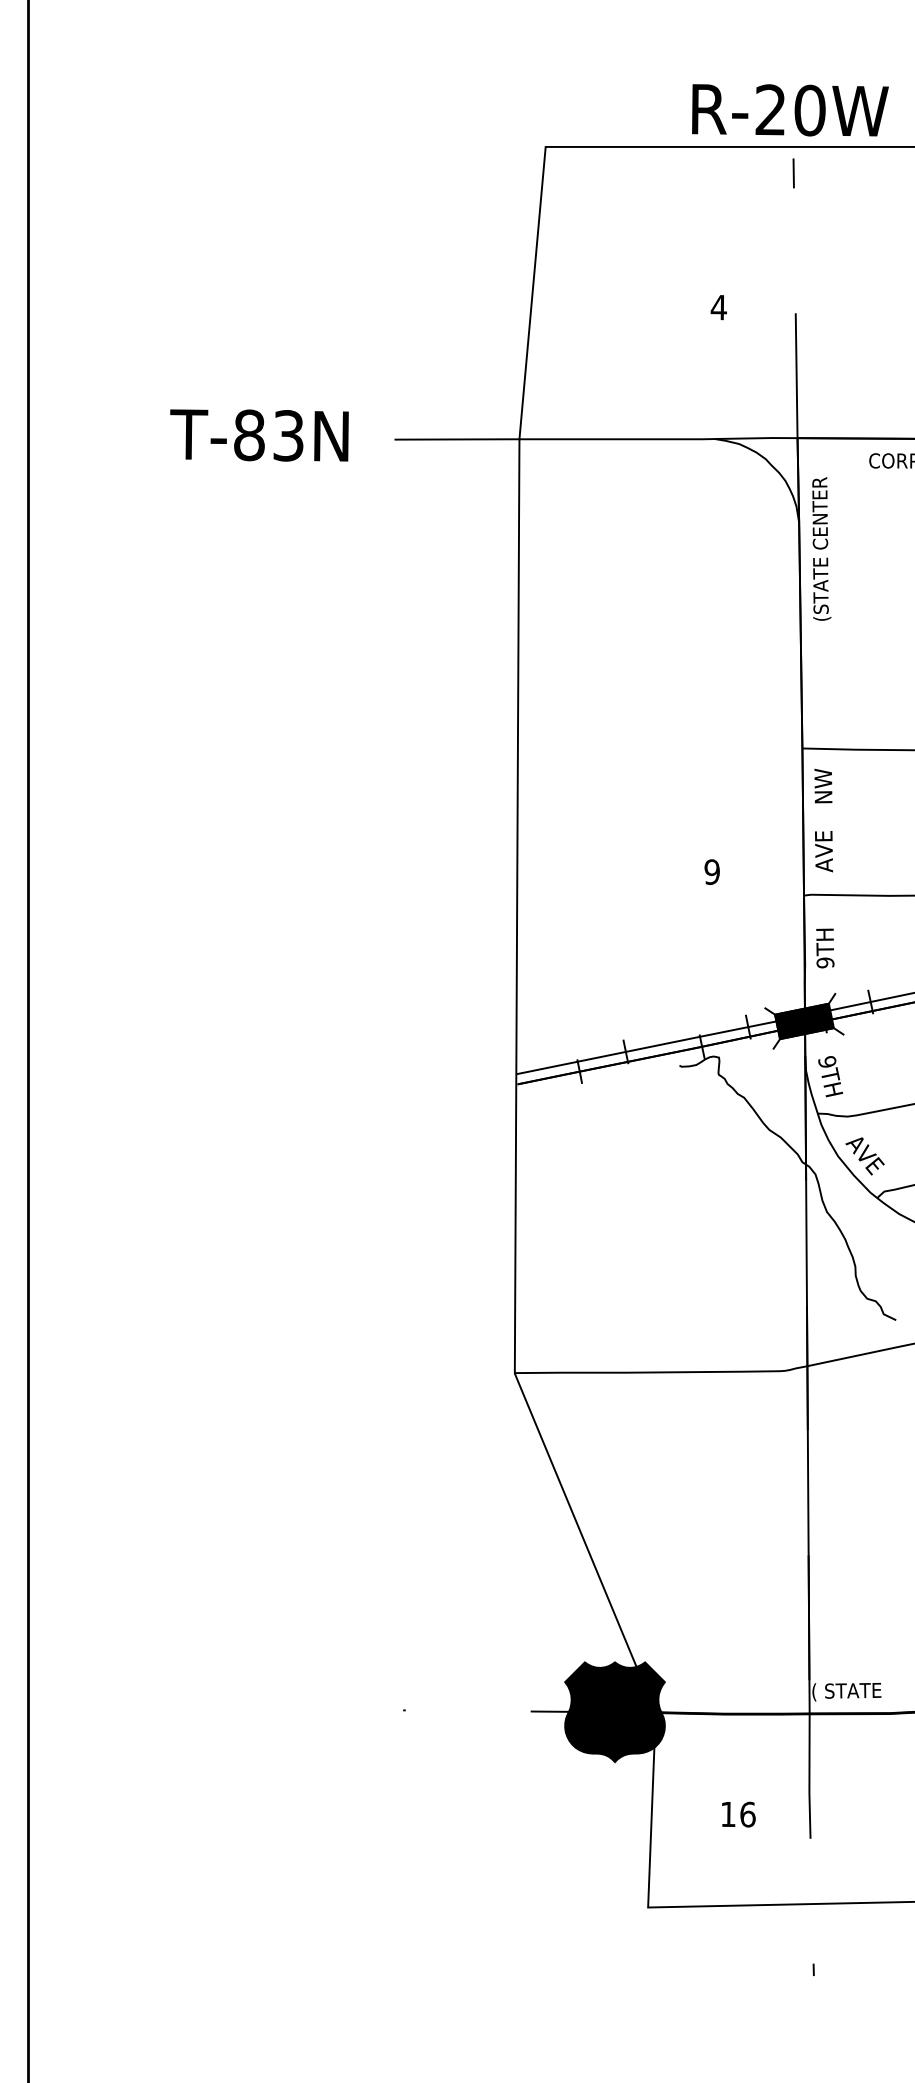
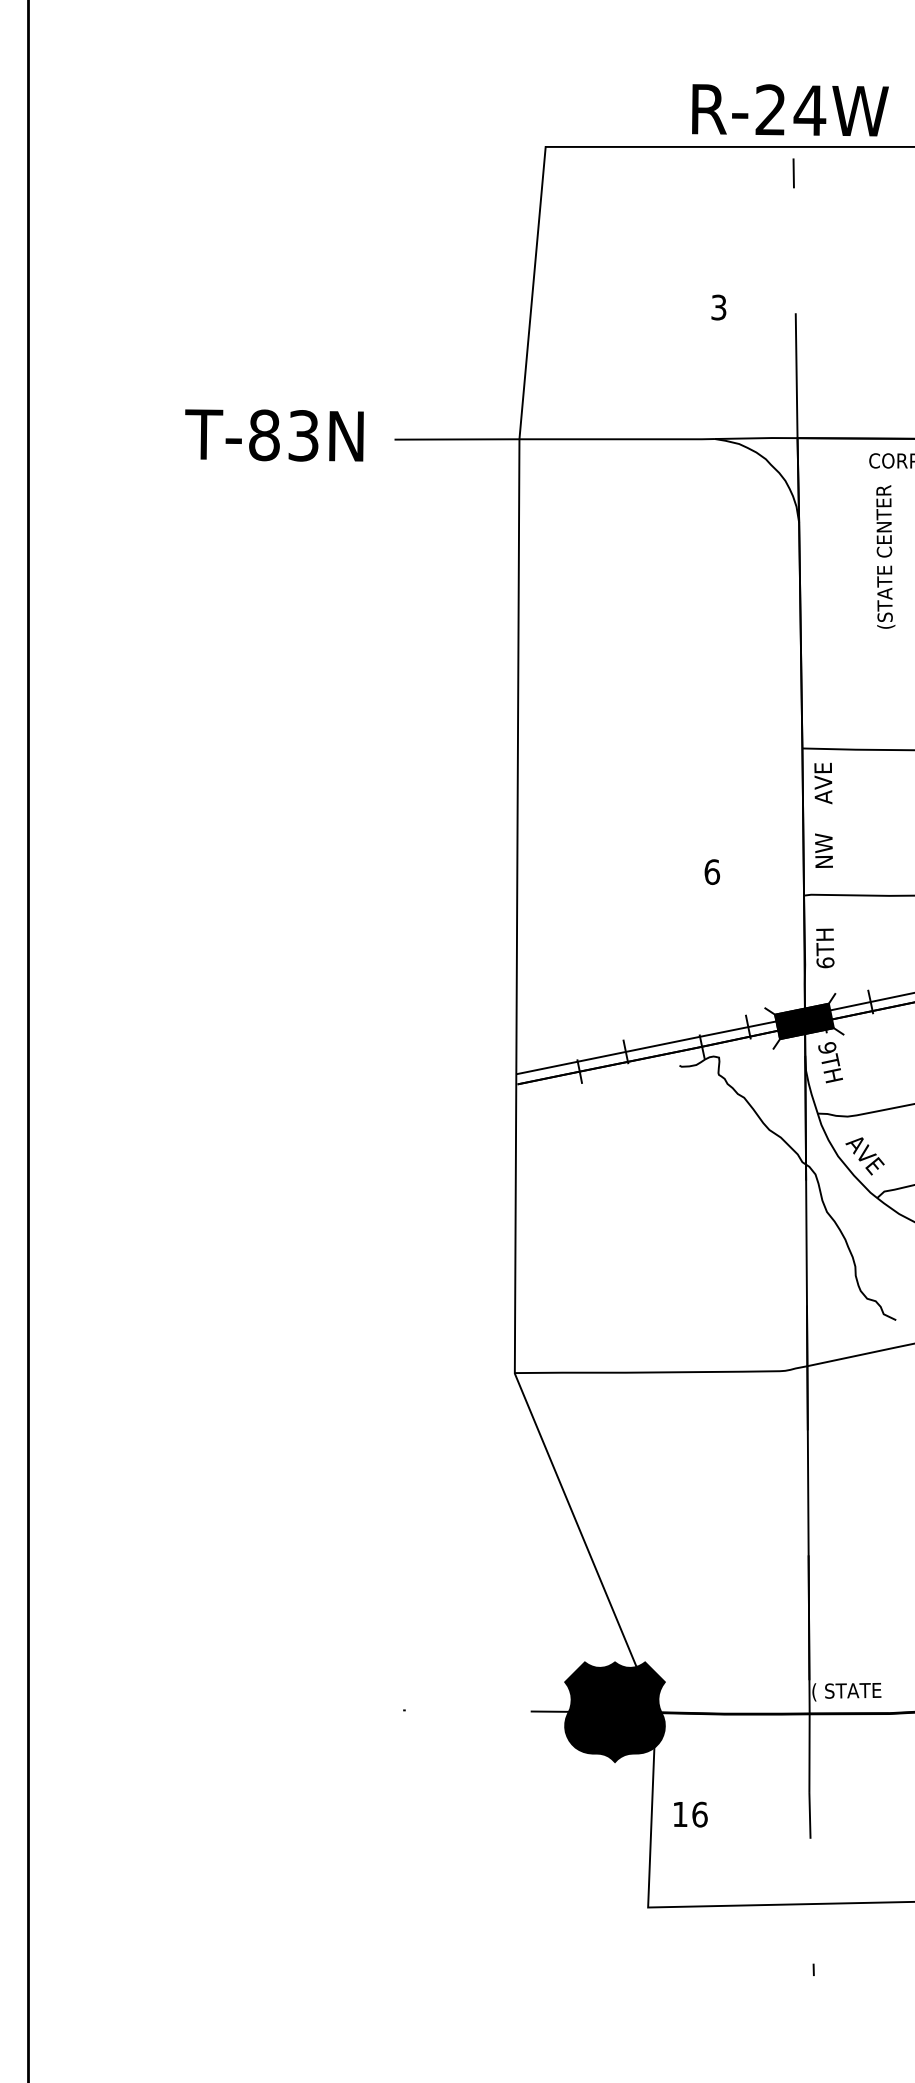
text at (809, 110): R-20W -> R-24W
text at (718, 307): 4 -> 3
text at (259, 435) position: (259, 435) -> (274, 435)
text at (821, 548) position: (821, 548) -> (885, 556)
text at (823, 783): NW -> AVE
text at (823, 851): AVE -> NW
text at (712, 871): 9 -> 6
text at (825, 962): 9TH -> 6TH
text at (830, 1076) position: (830, 1076) -> (830, 1062)
text at (738, 1814) position: (738, 1814) -> (690, 1814)
